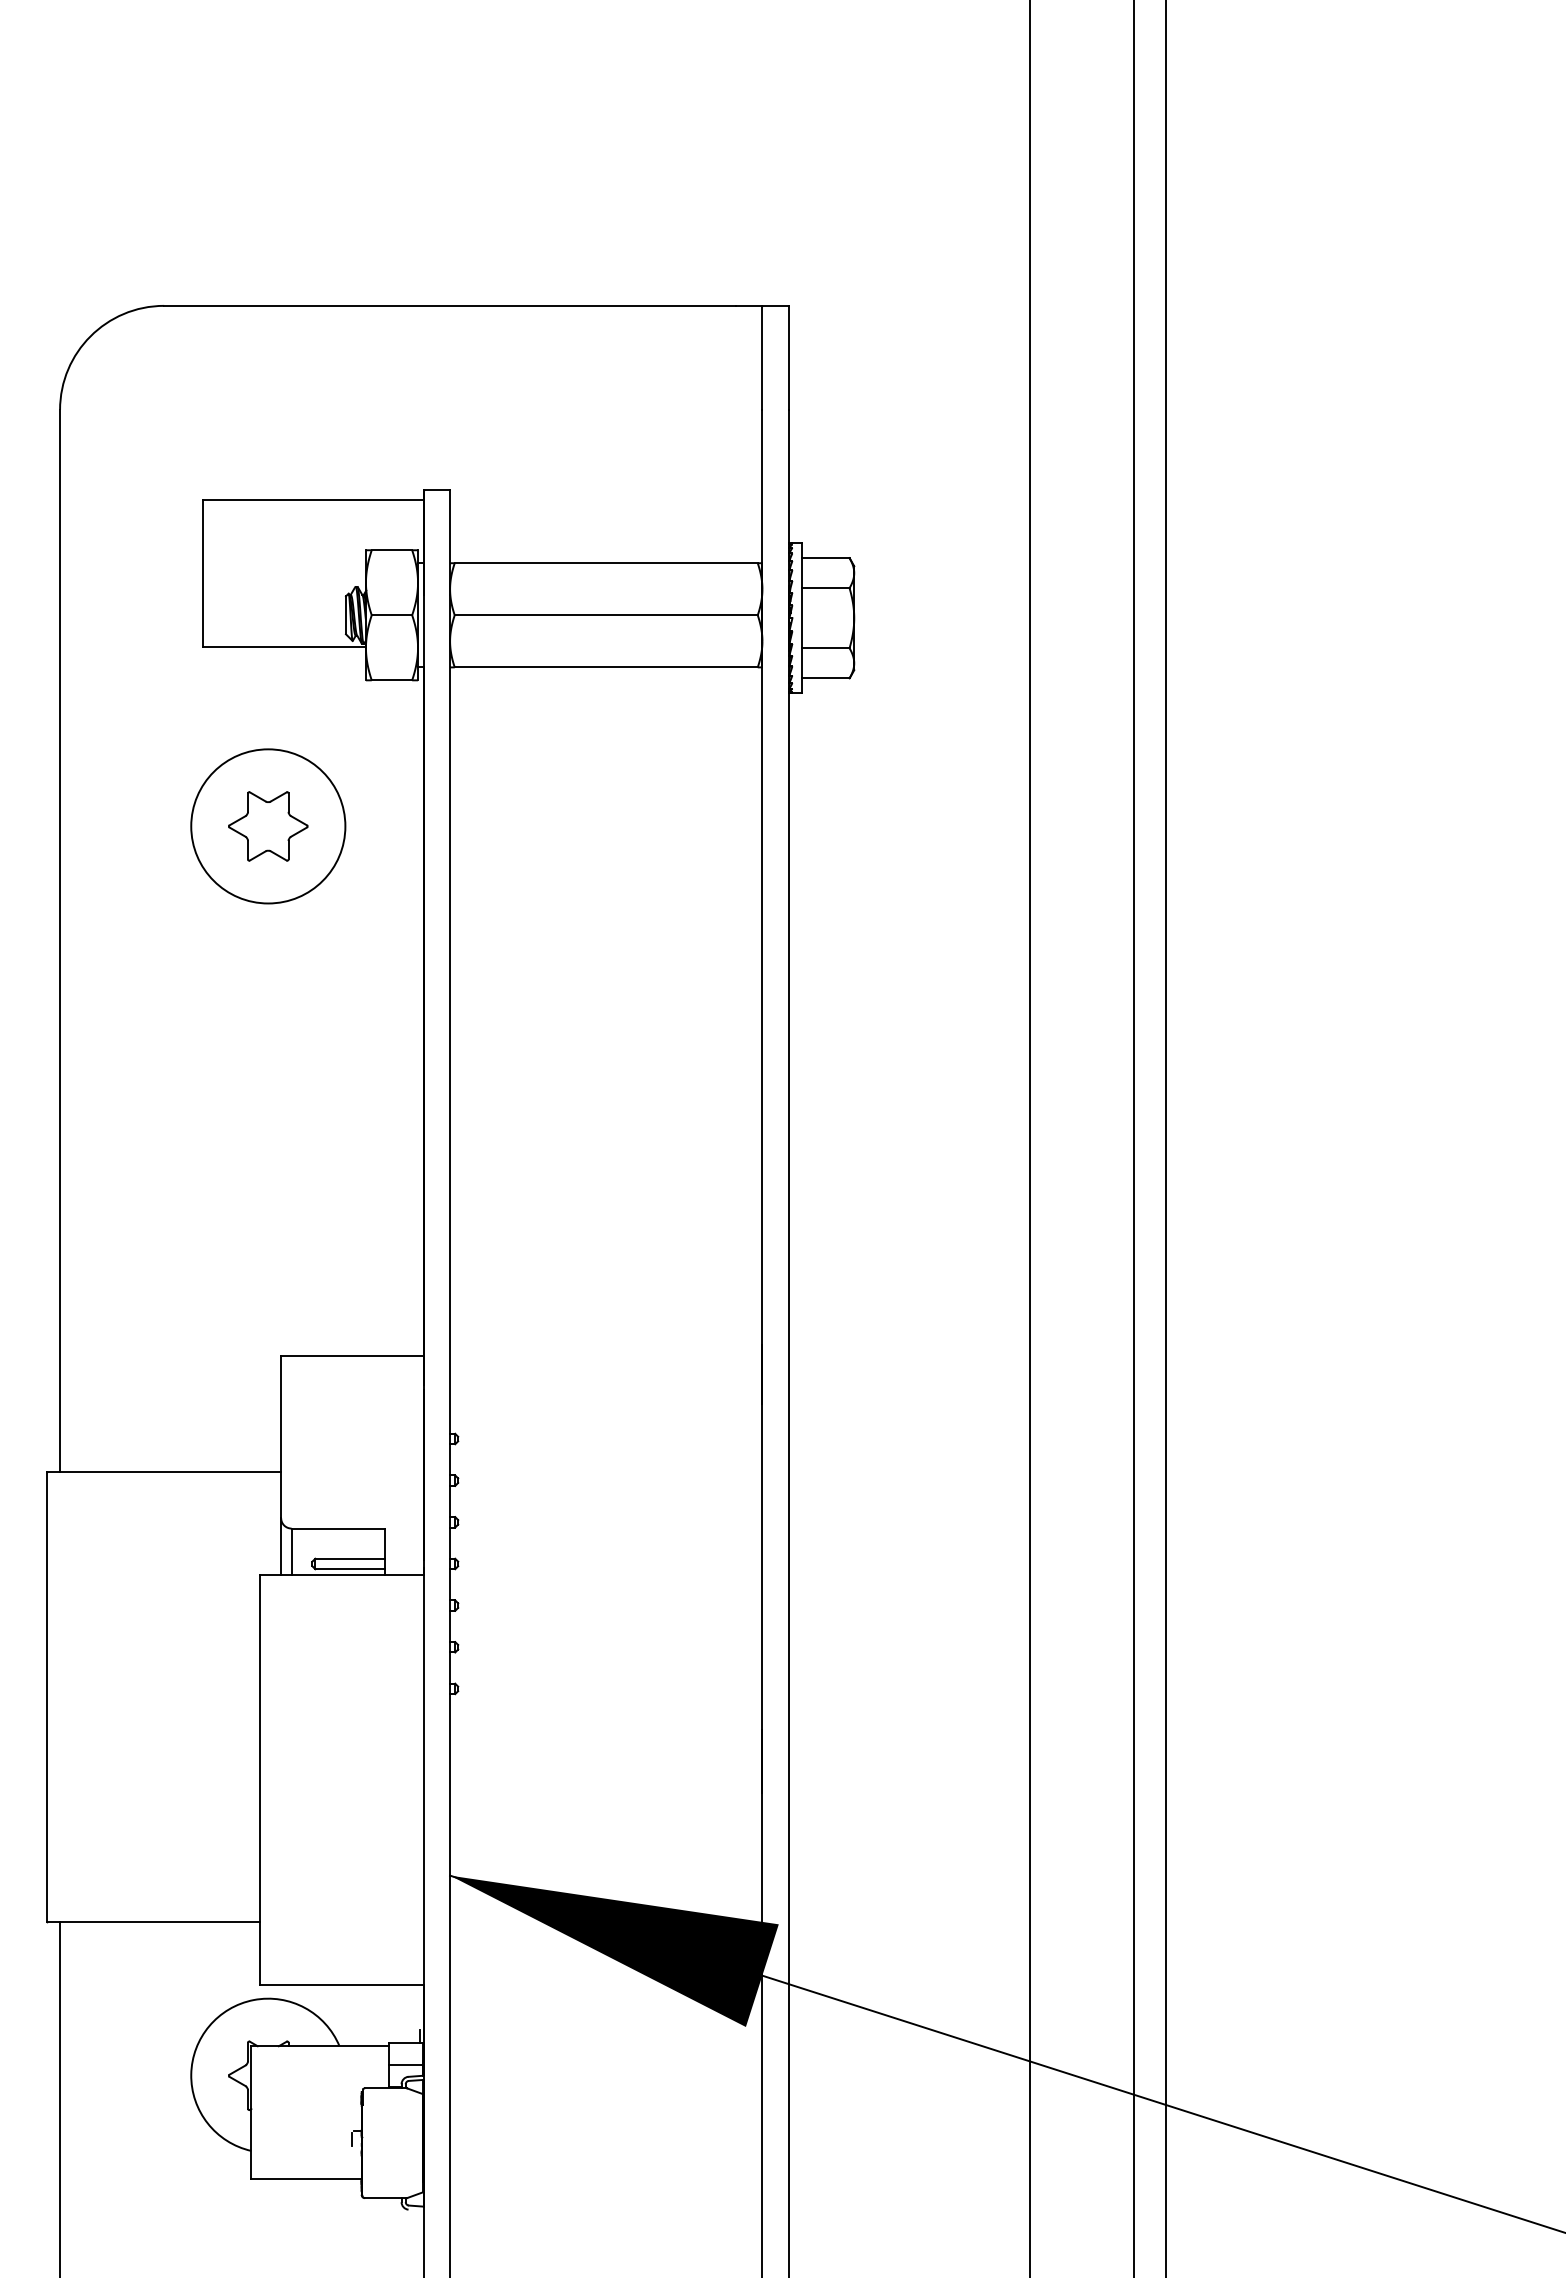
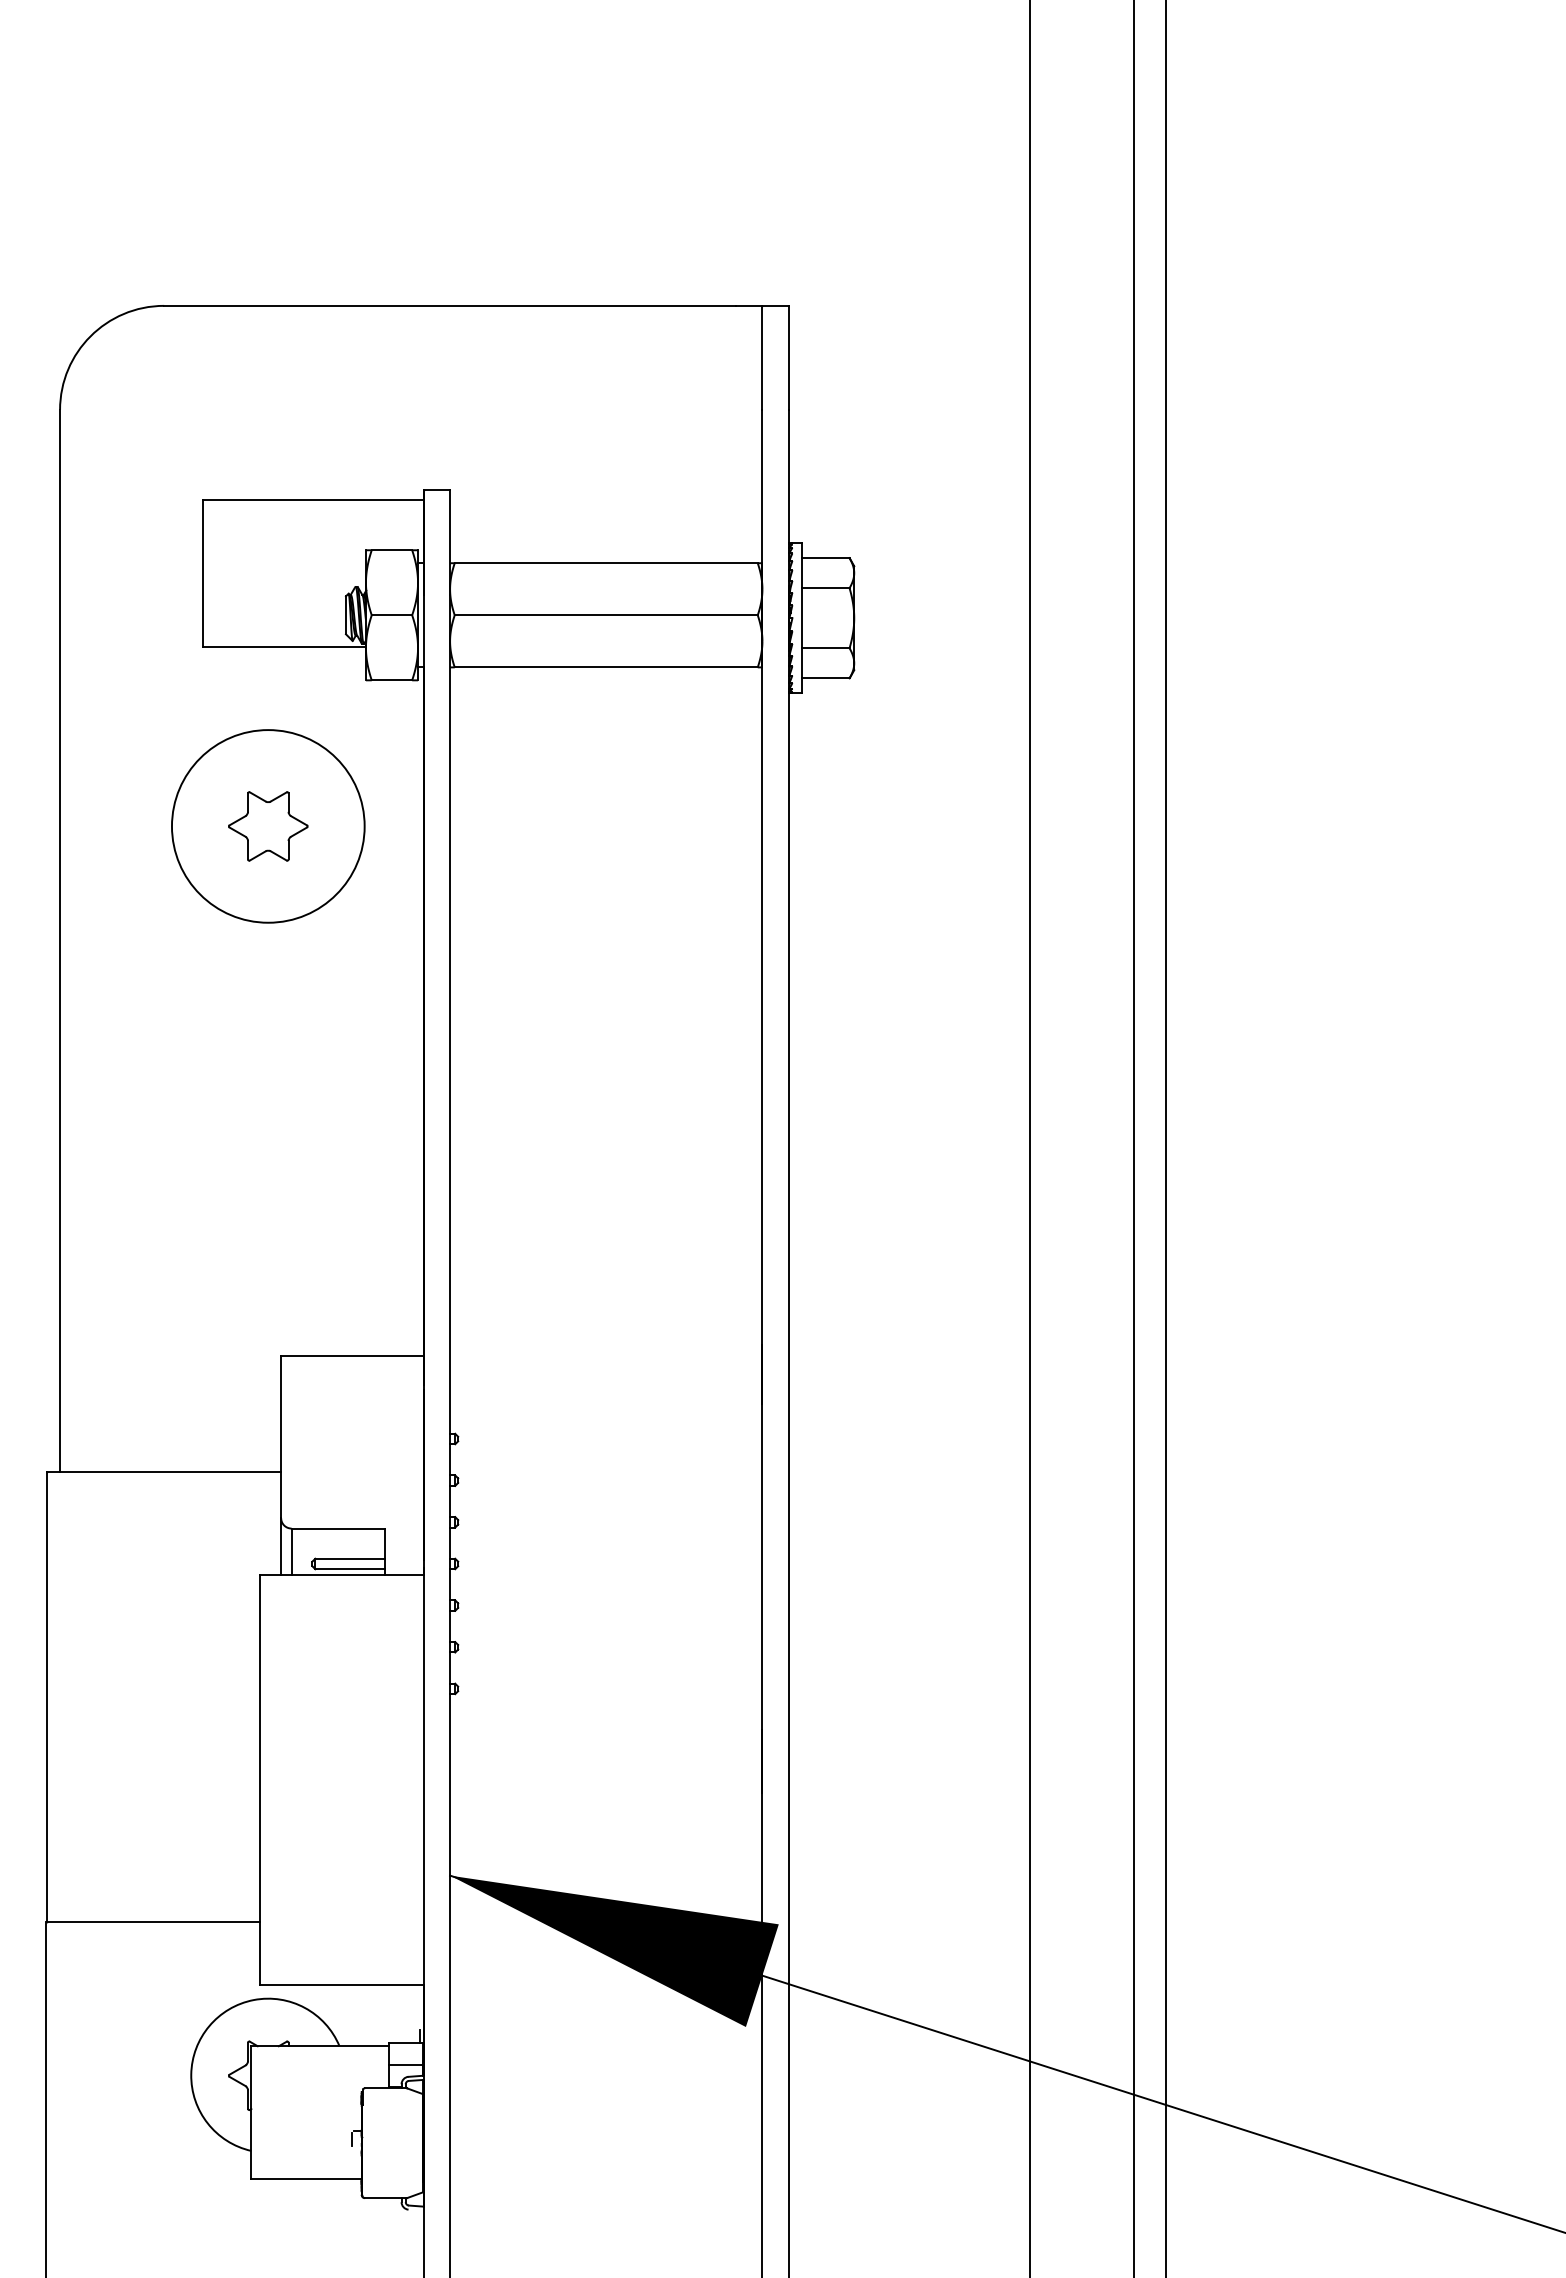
circle at (268, 826) diameter: 154 px -> 193 px
line at (60, 2097) position: (60, 2097) -> (46, 2097)
